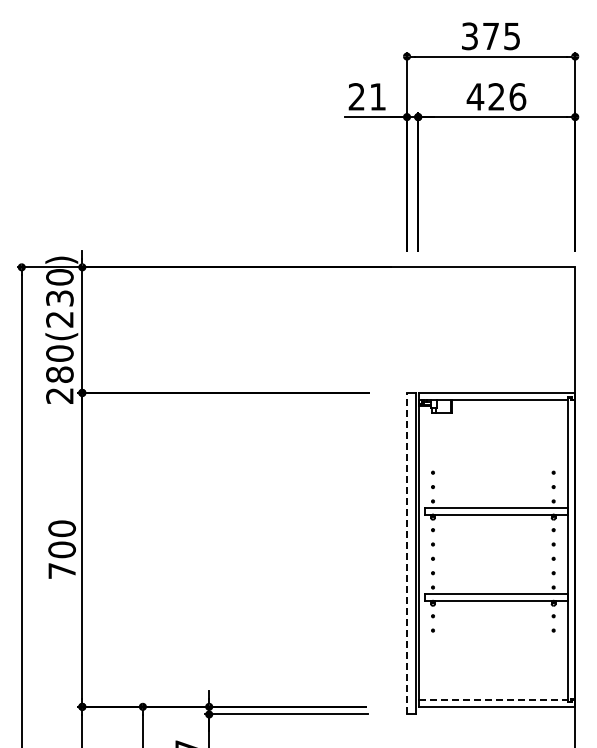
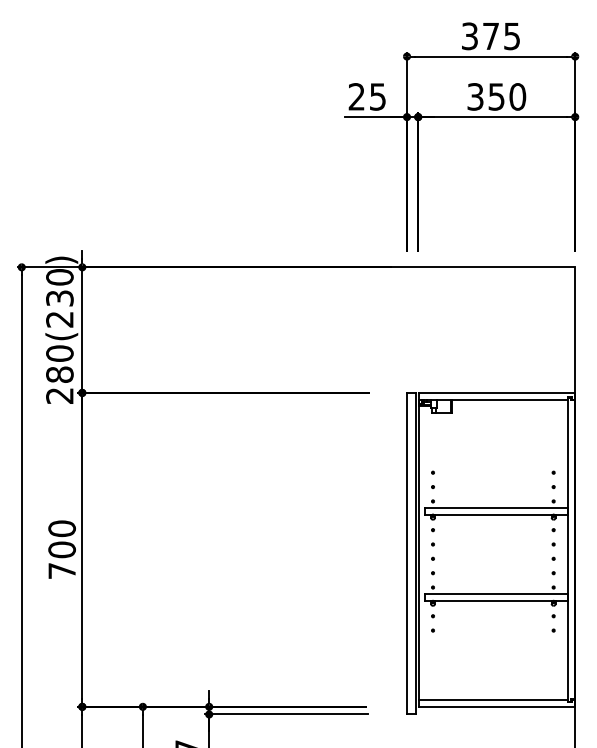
text at (377, 96): 21 -> 25
text at (496, 96): 426 -> 350
line at (407, 553): dashed -> solid
line at (493, 699): dashed -> solid
